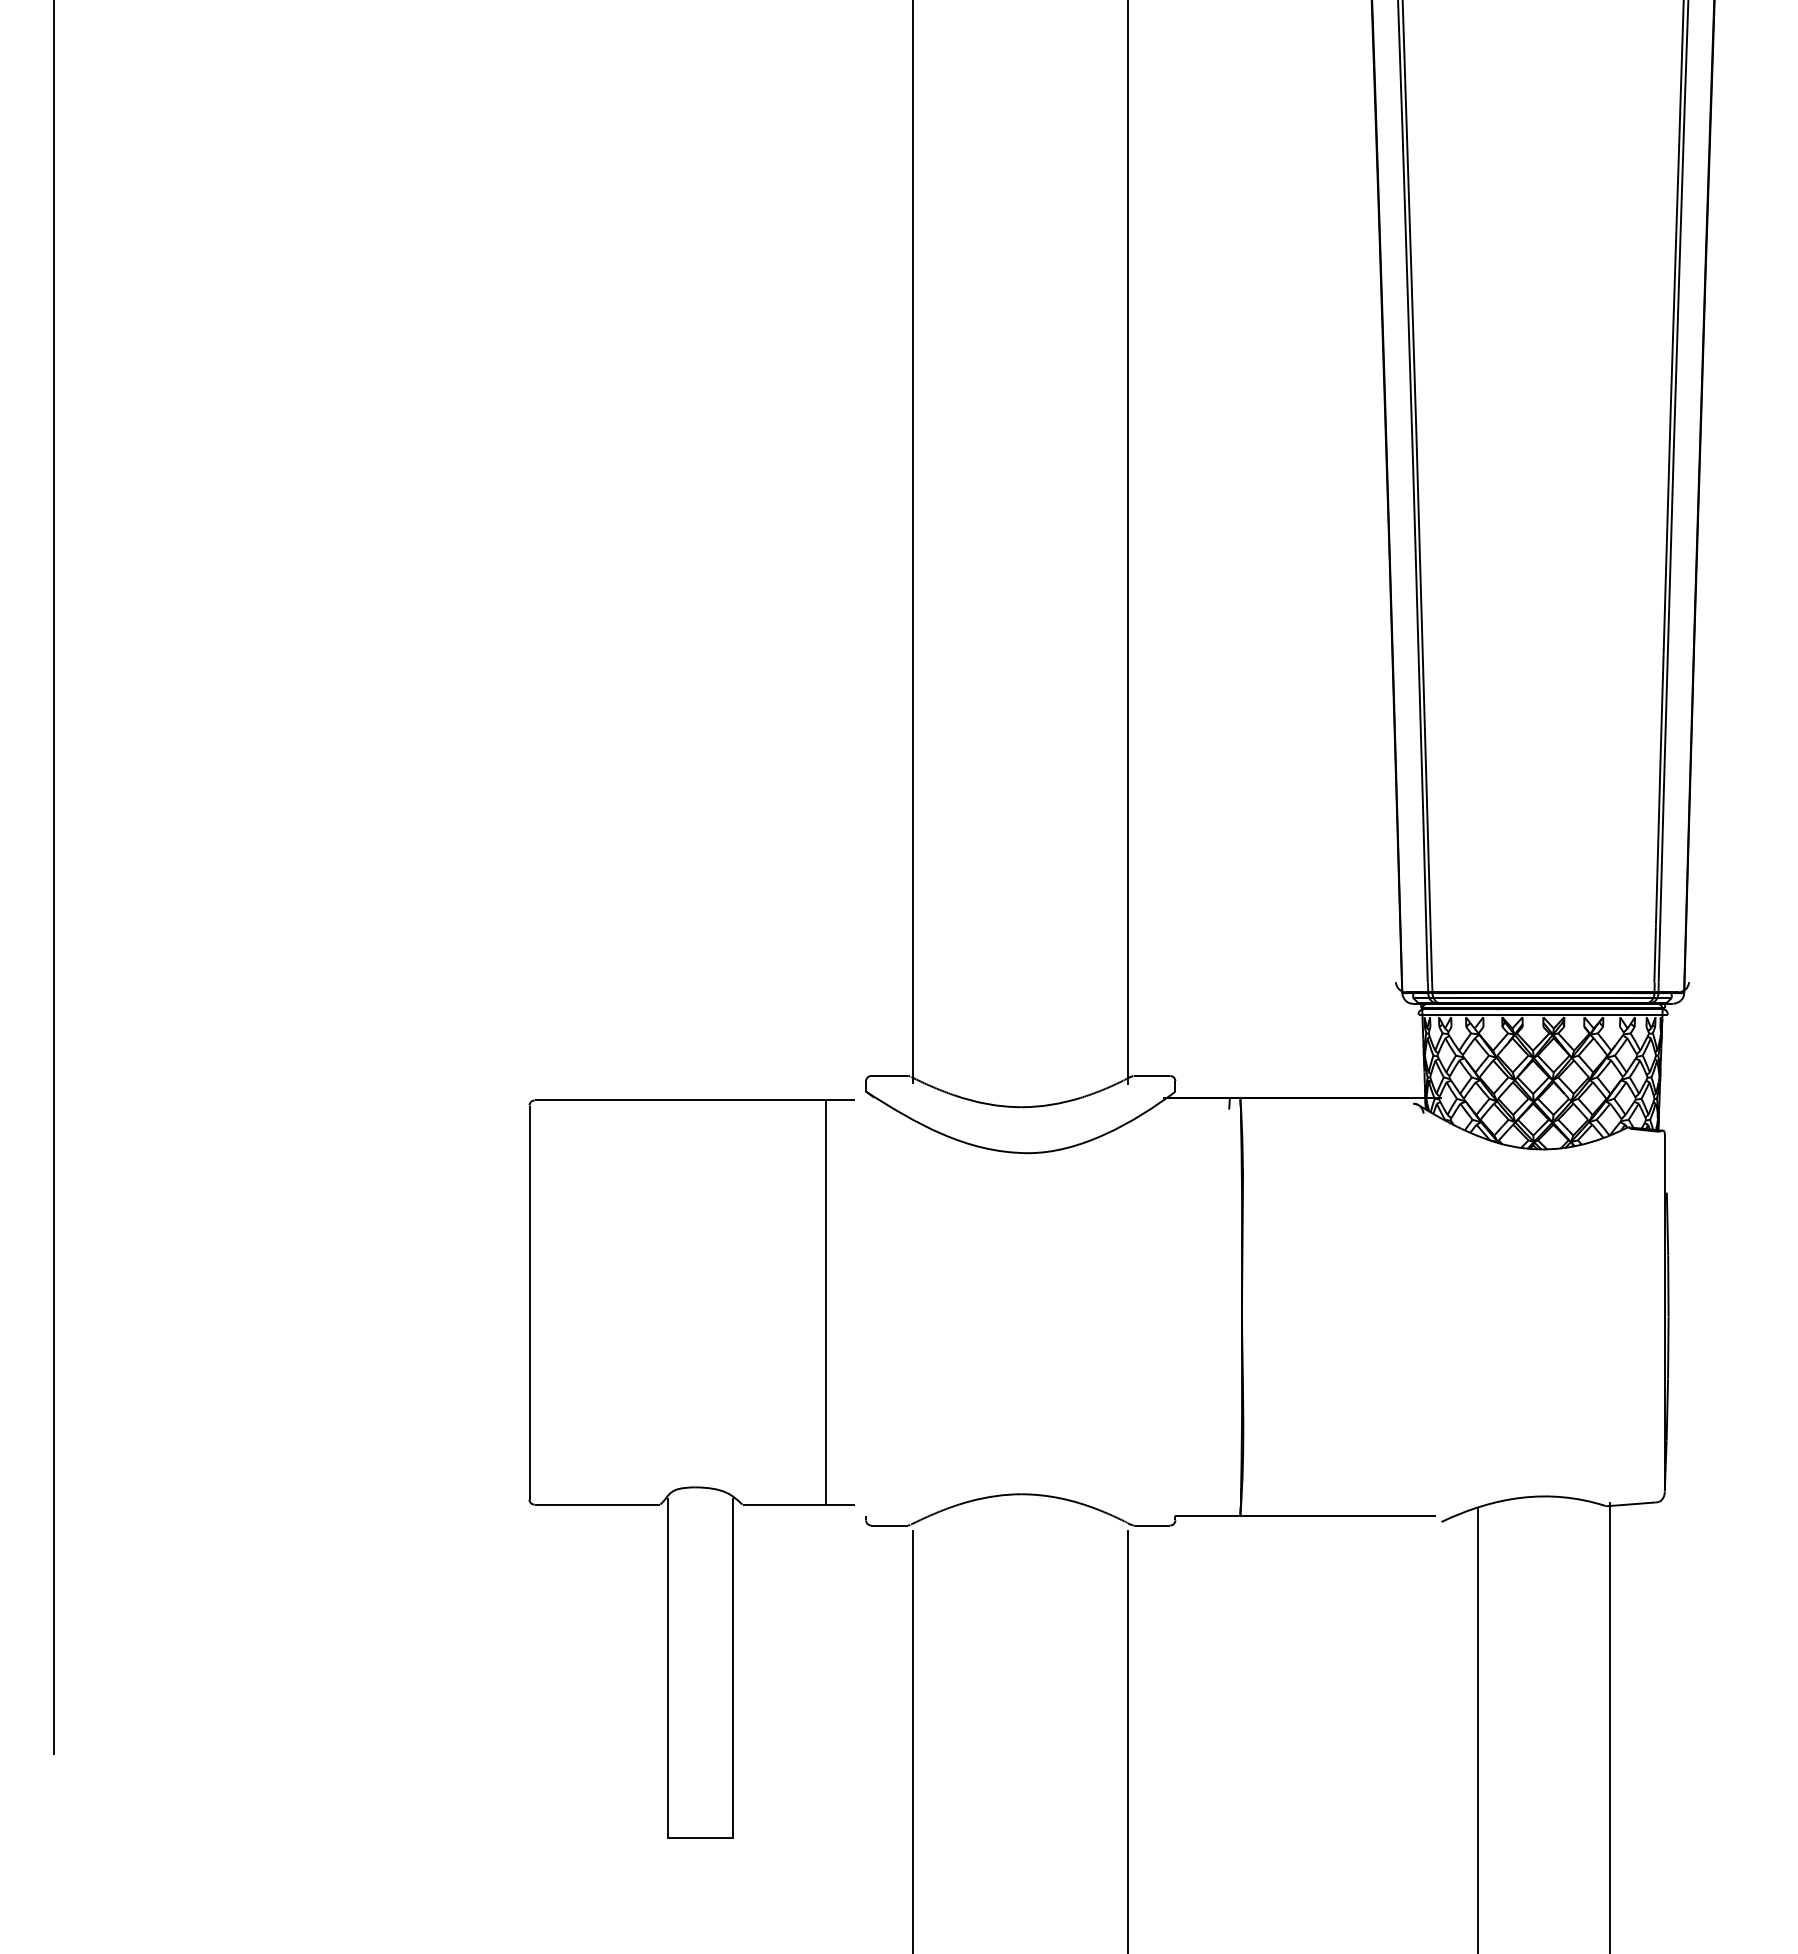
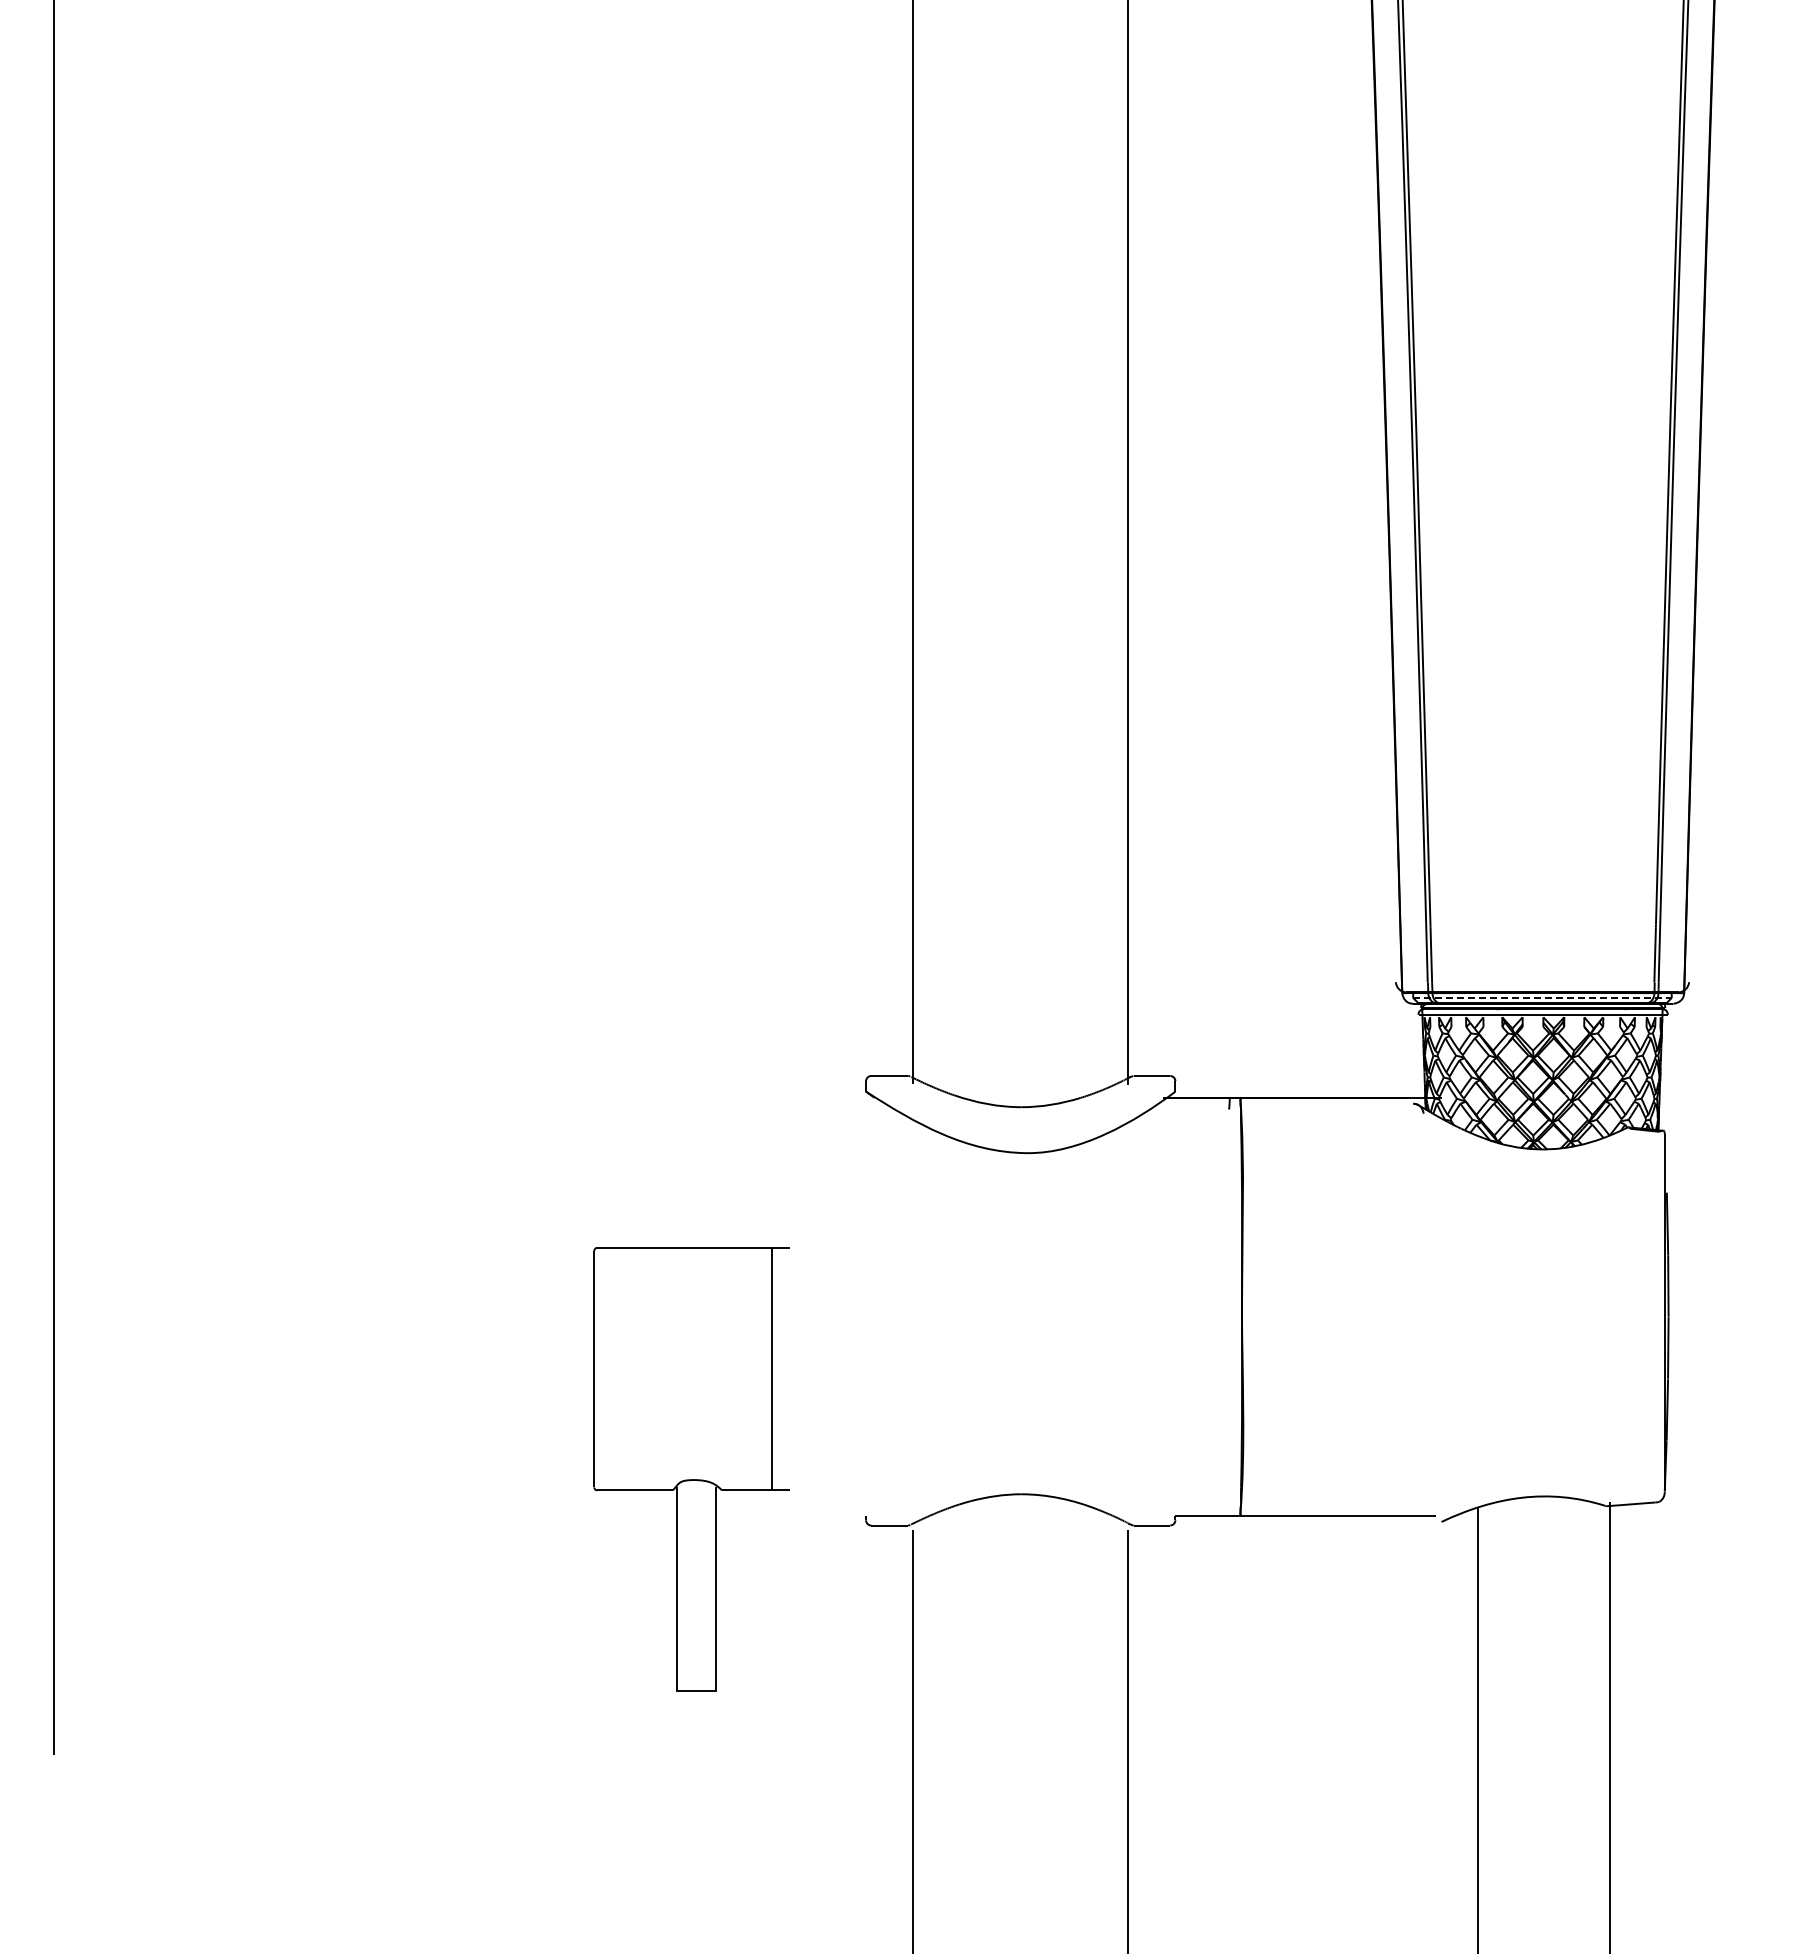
line at (1542, 997): solid -> dashed
part at (691, 1468) size: 327x740 px -> 197x445 px
